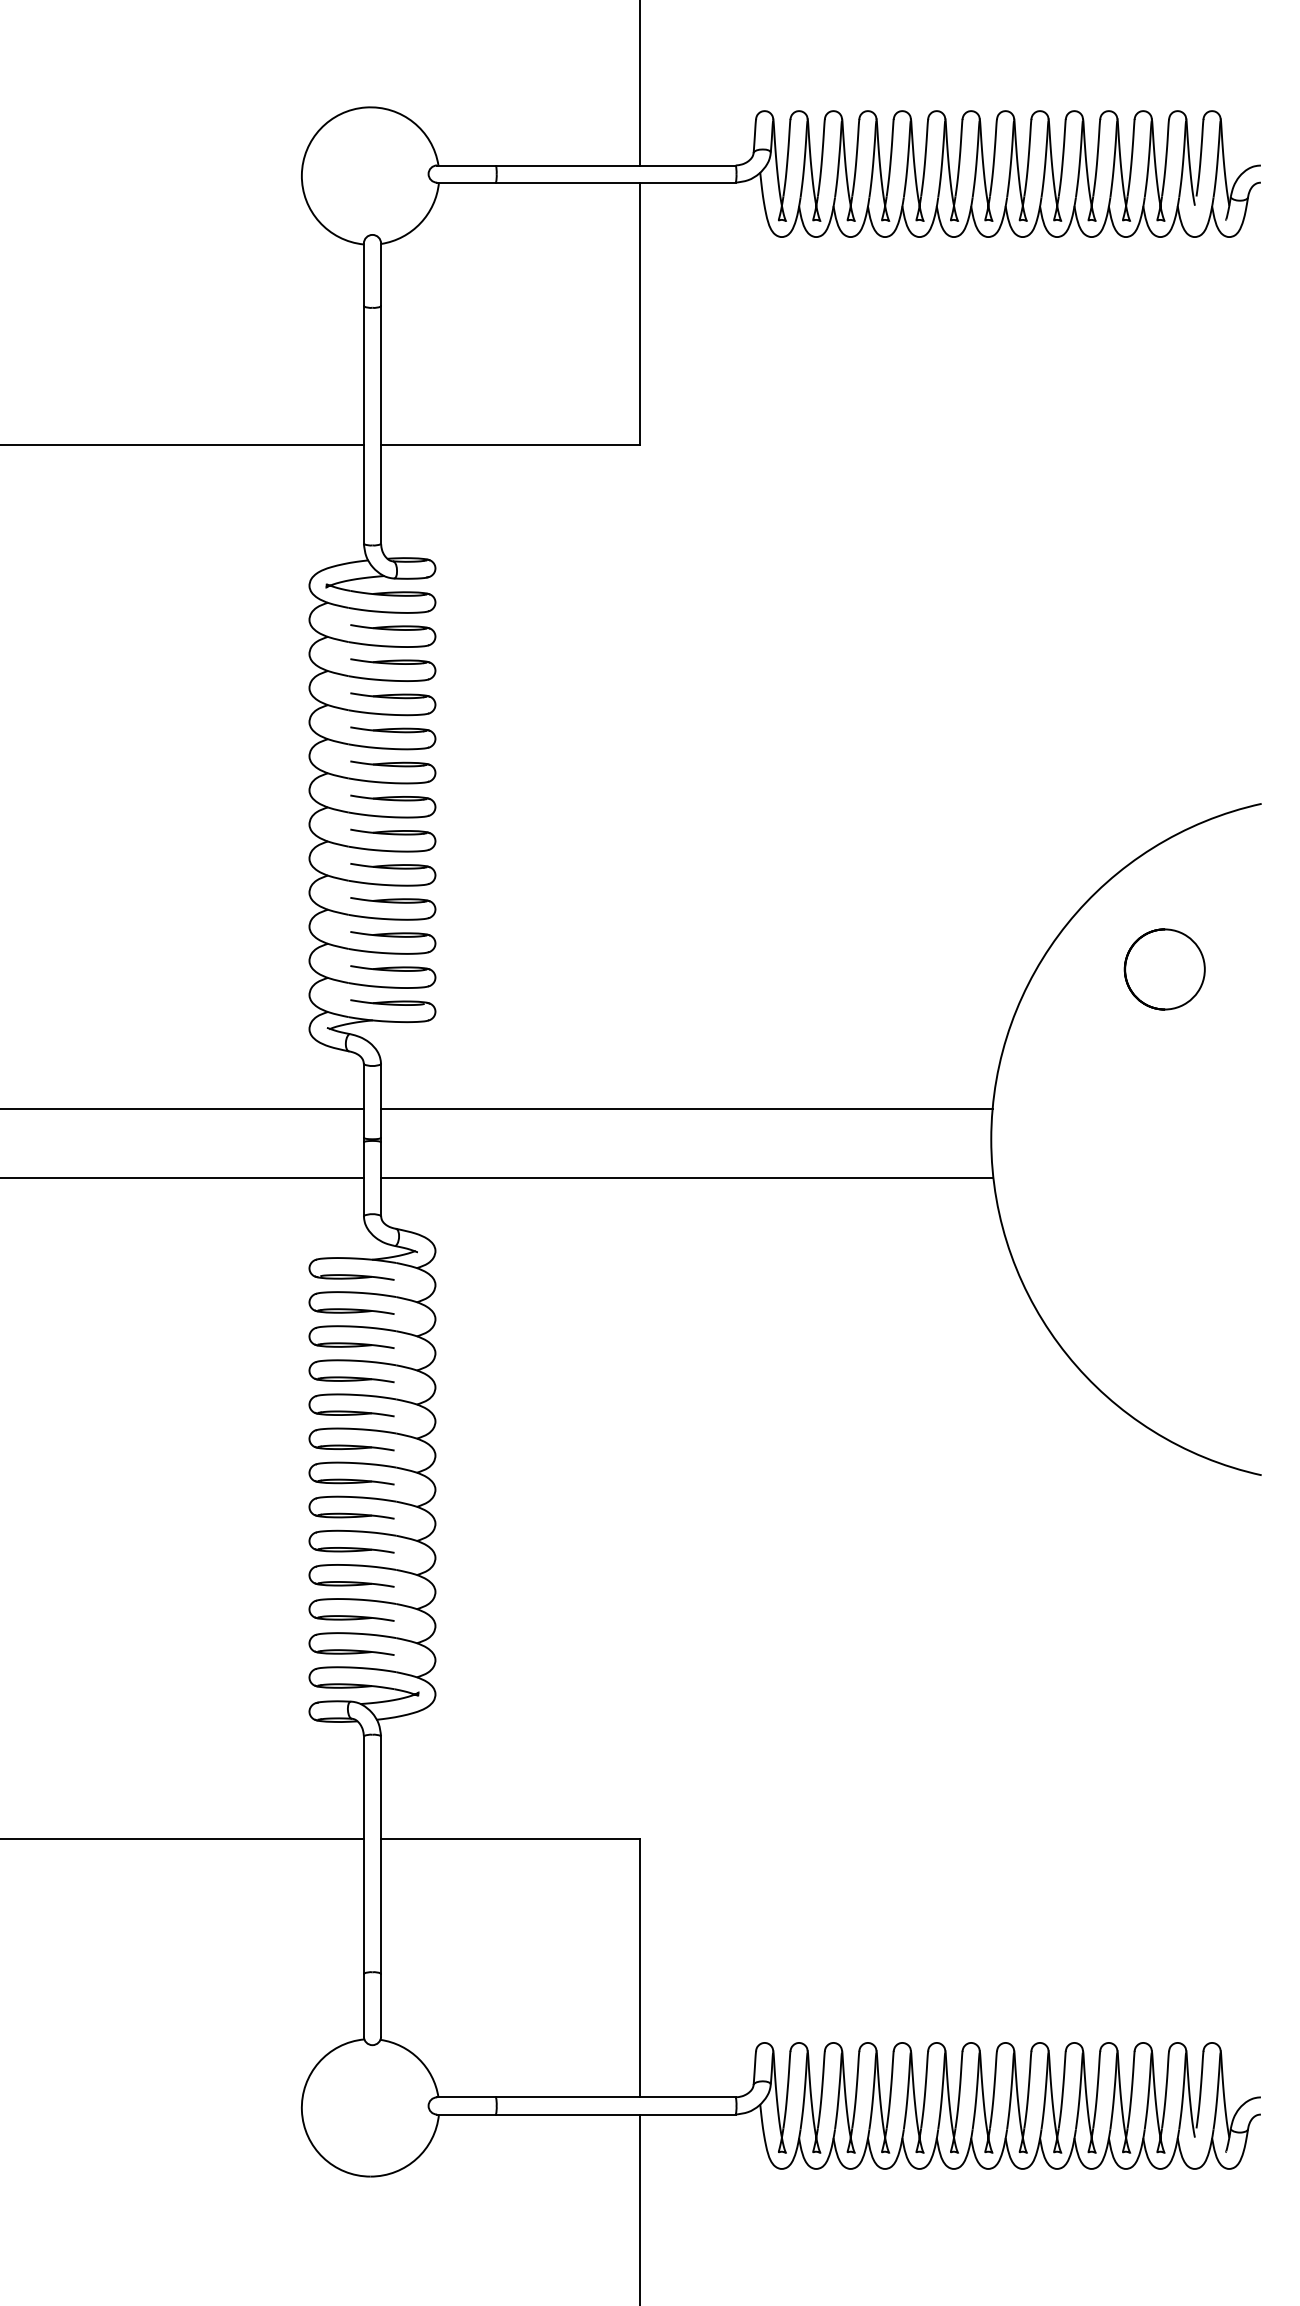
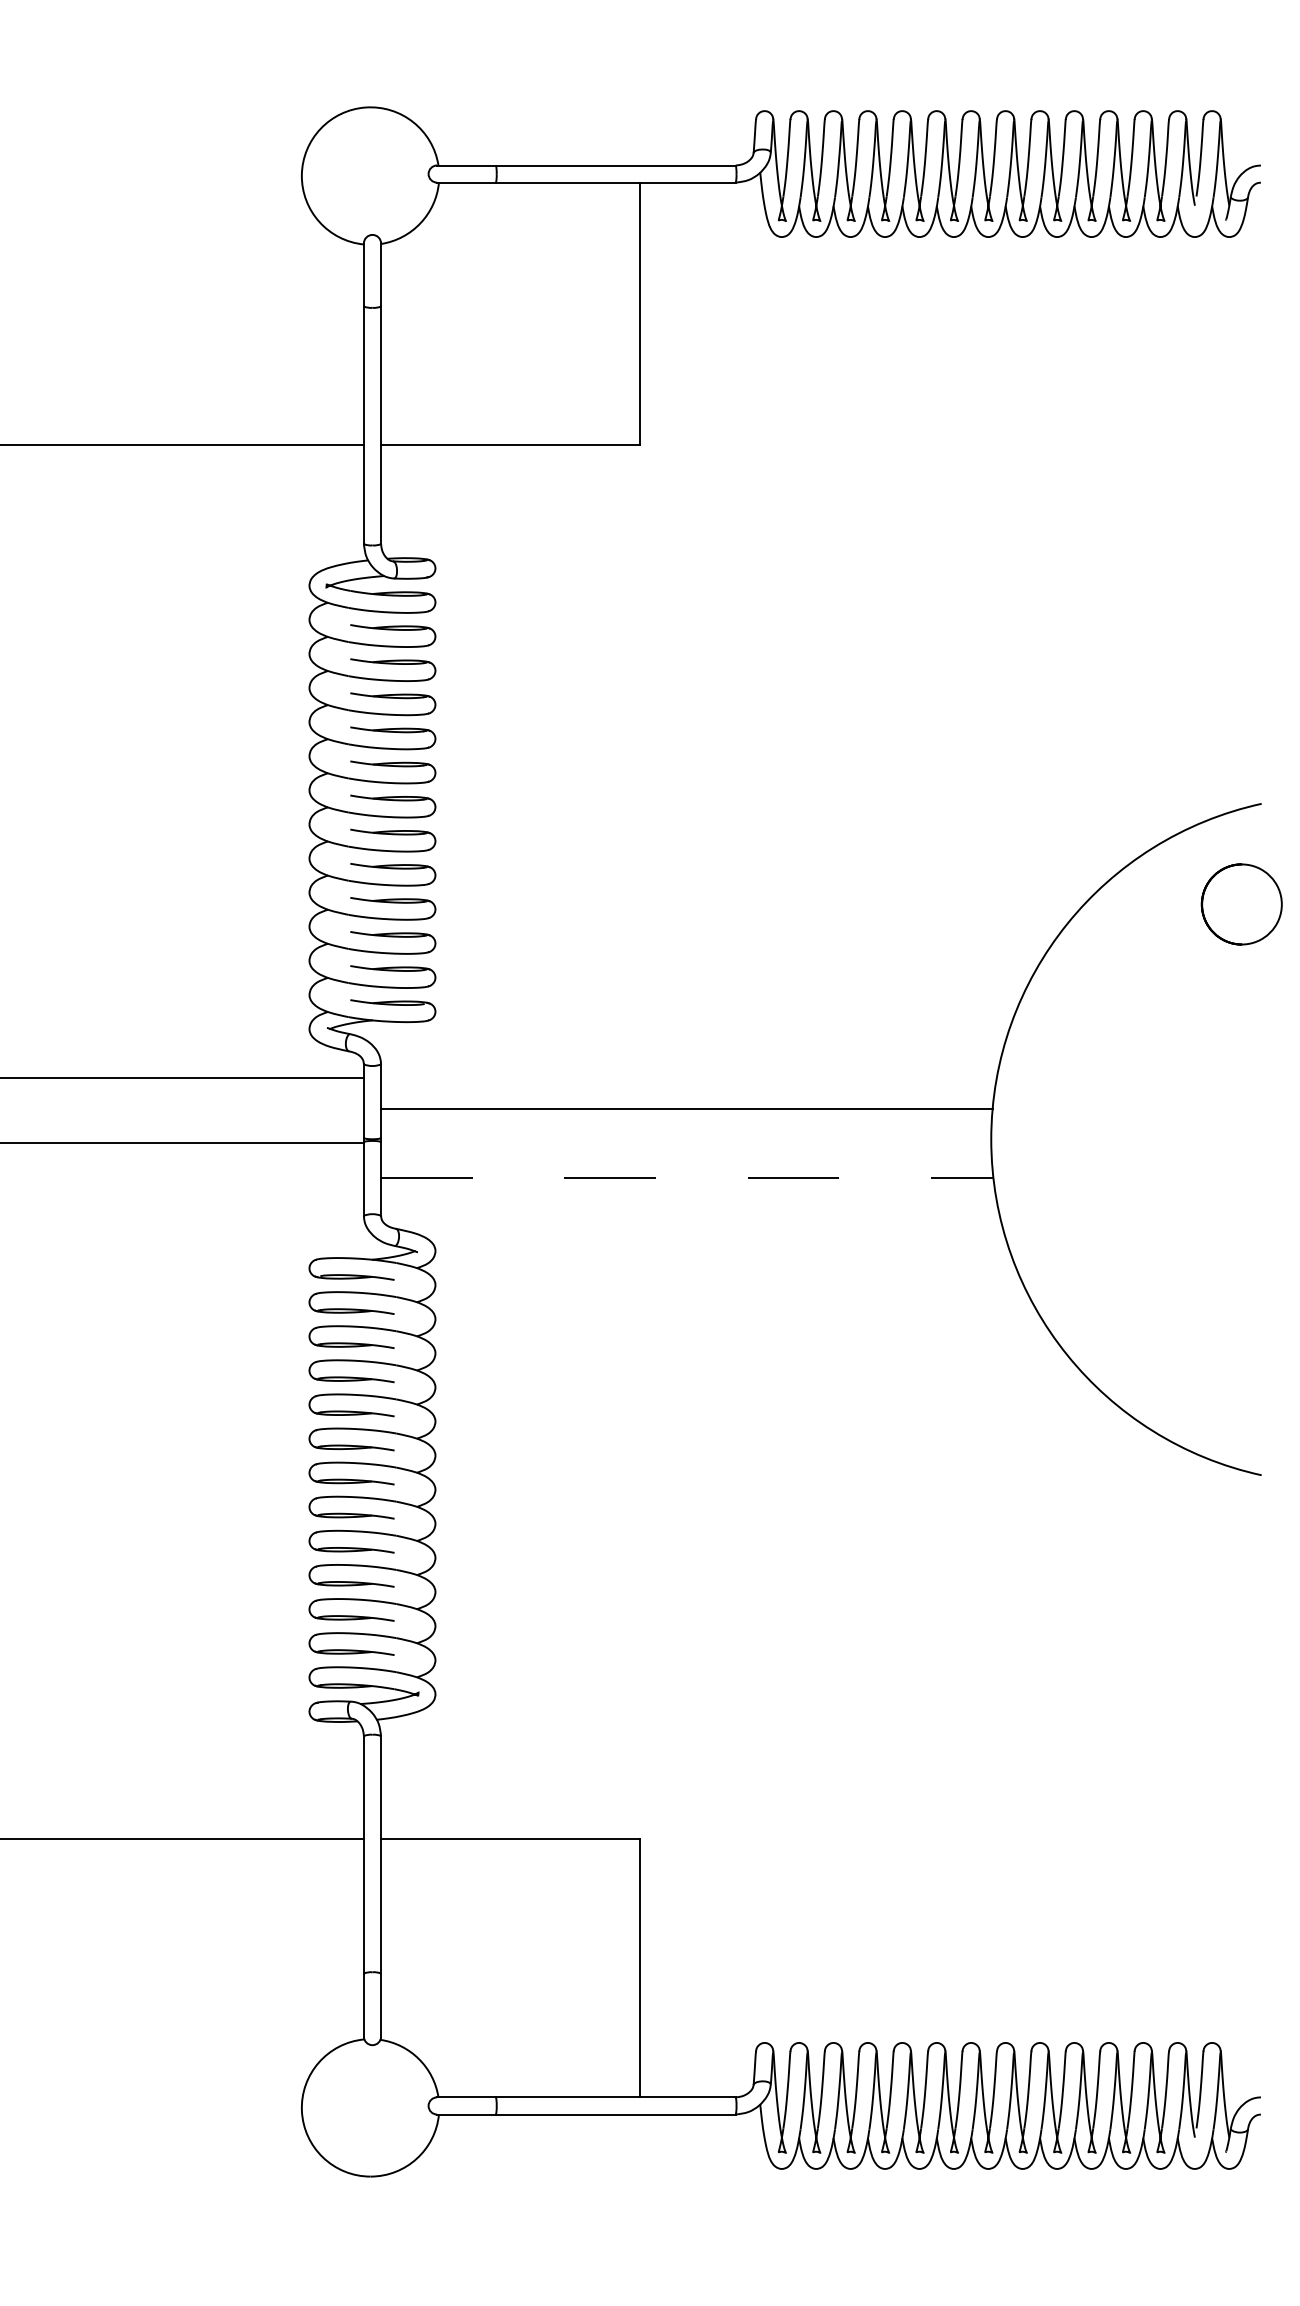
line at (639, 83): present -> none
circle at (1164, 969) position: (1164, 969) -> (1241, 904)
line at (182, 1108) position: (182, 1108) -> (182, 1077)
line at (182, 1177) position: (182, 1177) -> (182, 1142)
line at (687, 1177): solid -> dashed
line at (639, 2208): present -> none
